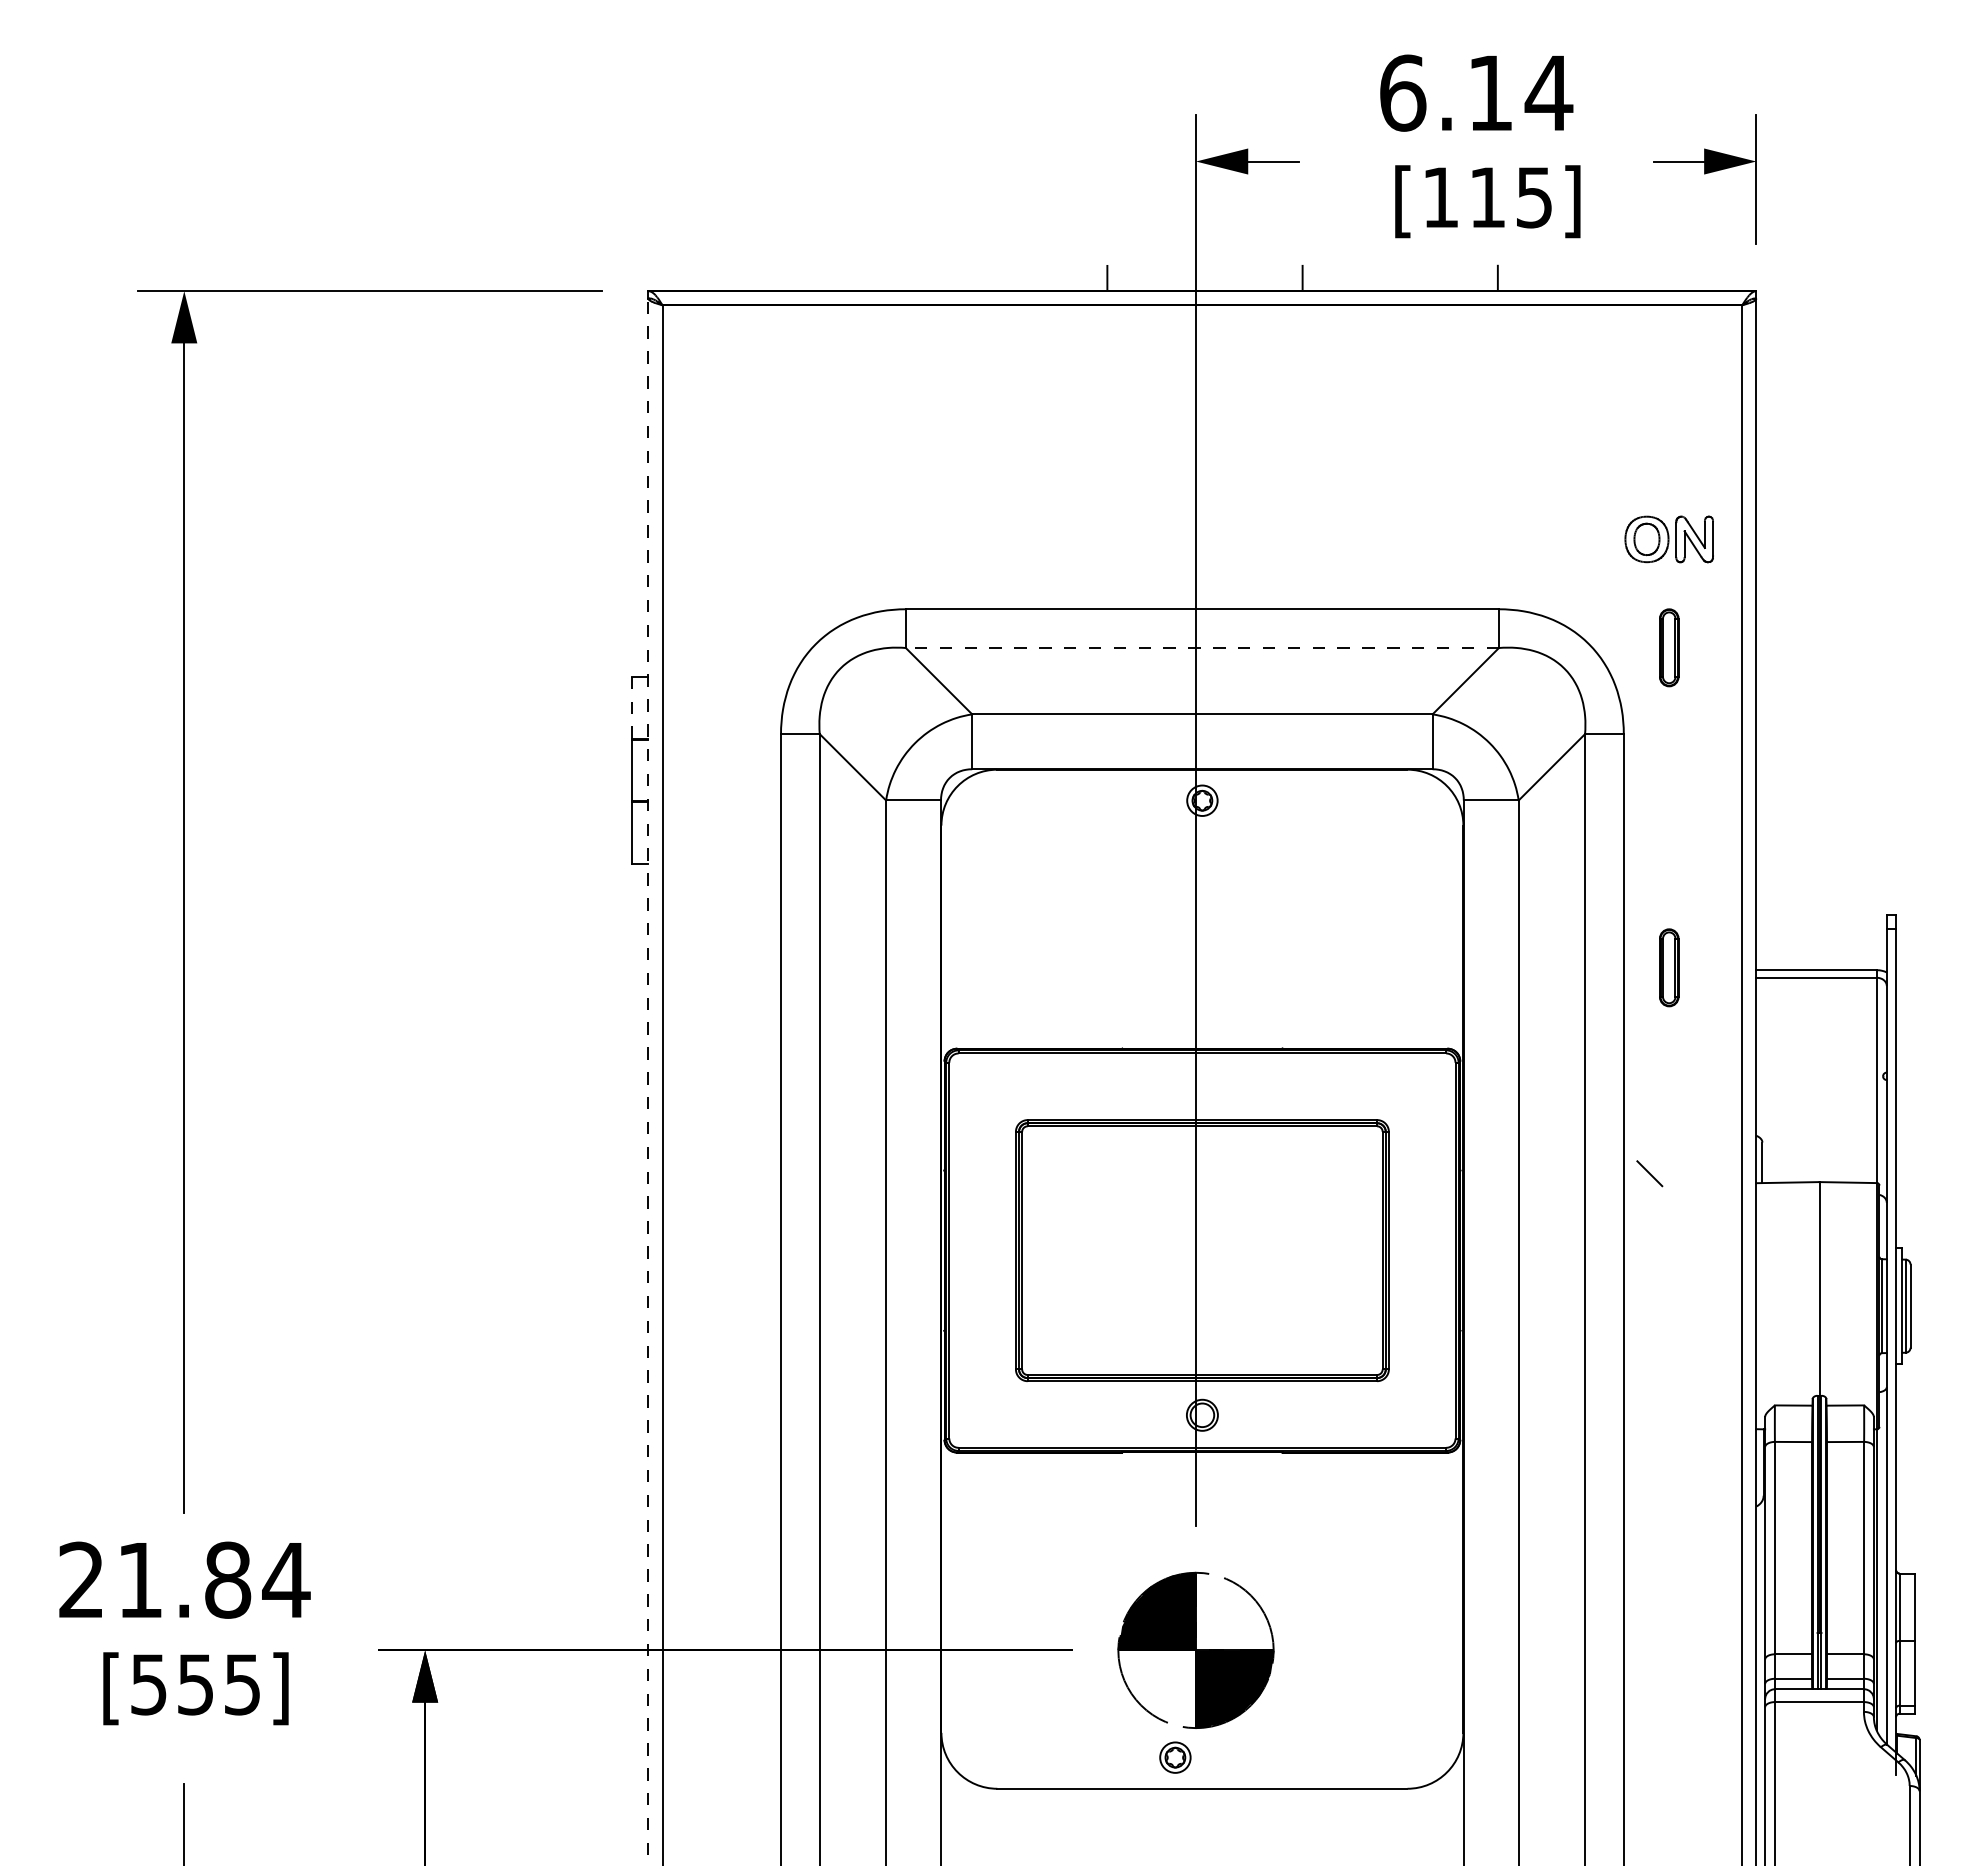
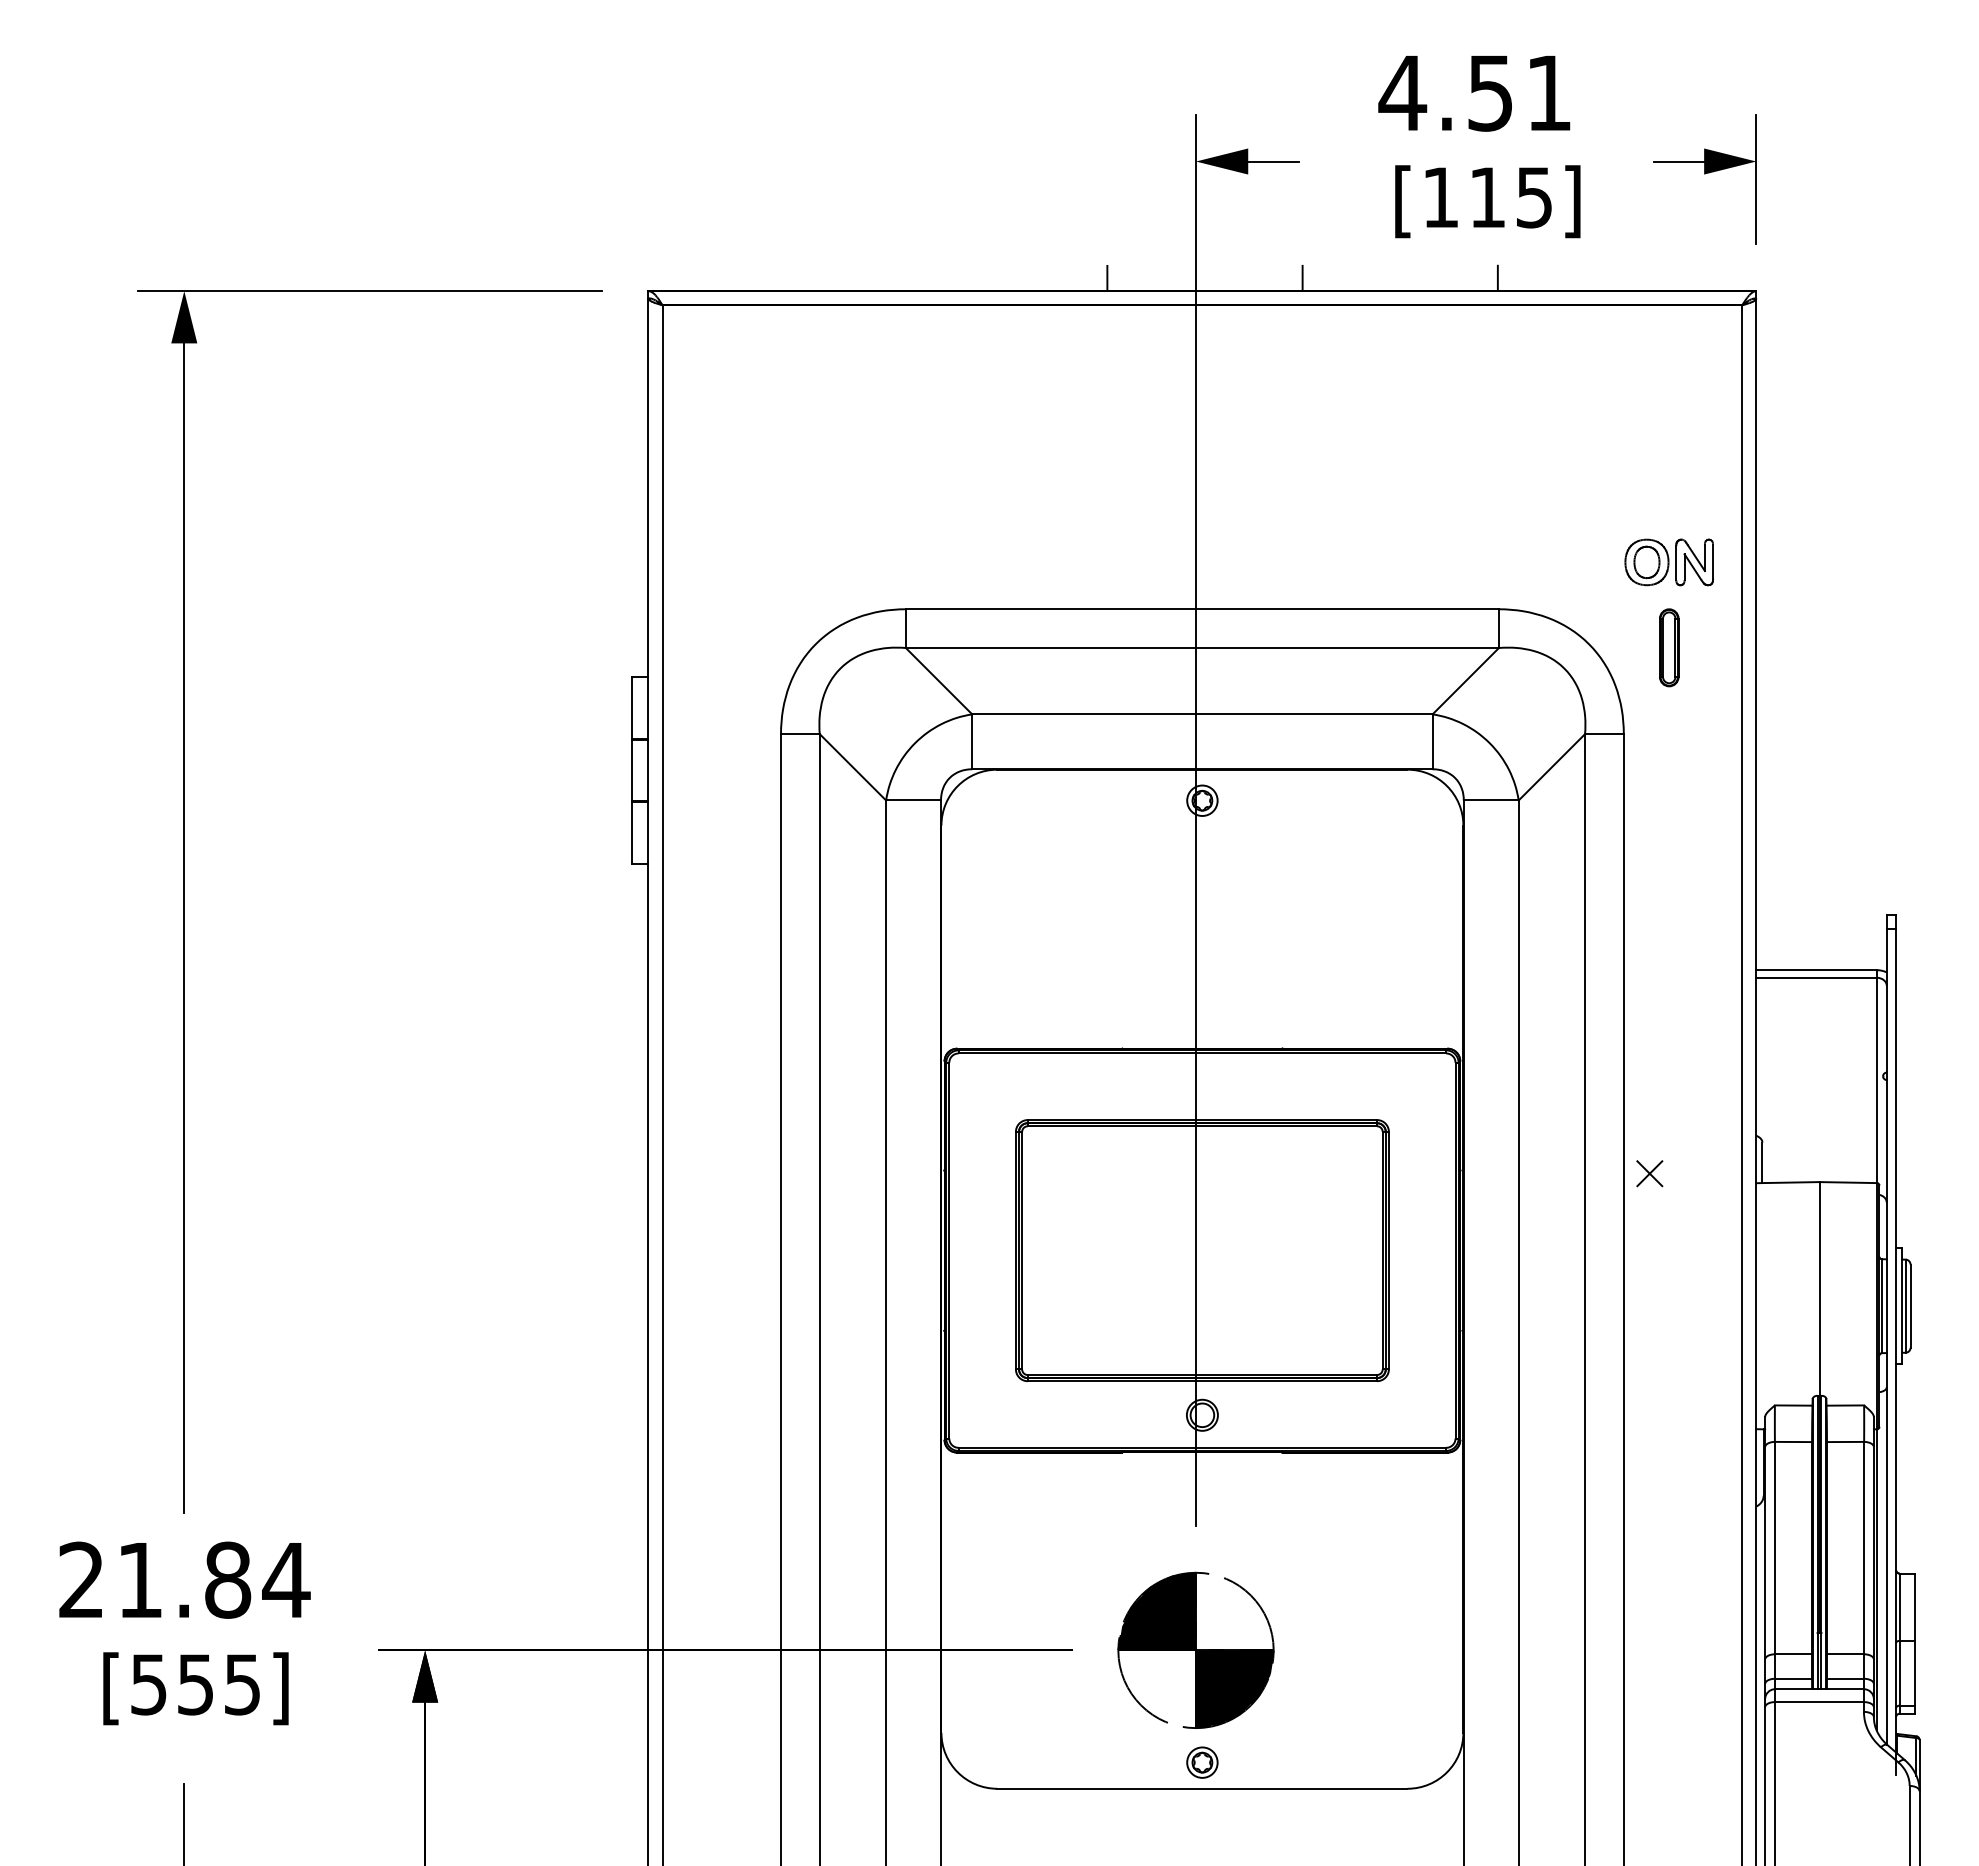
text at (1475, 92): 6.14 -> 4.51
part at (1668, 539) position: (1668, 539) -> (1668, 562)
line at (1202, 648): dashed -> solid
line at (631, 708): dashed -> solid
part at (1669, 967): present -> none
line at (648, 1081): dashed -> solid
line at (1649, 1173): none -> present
part at (1175, 1757) position: (1175, 1757) -> (1202, 1762)
